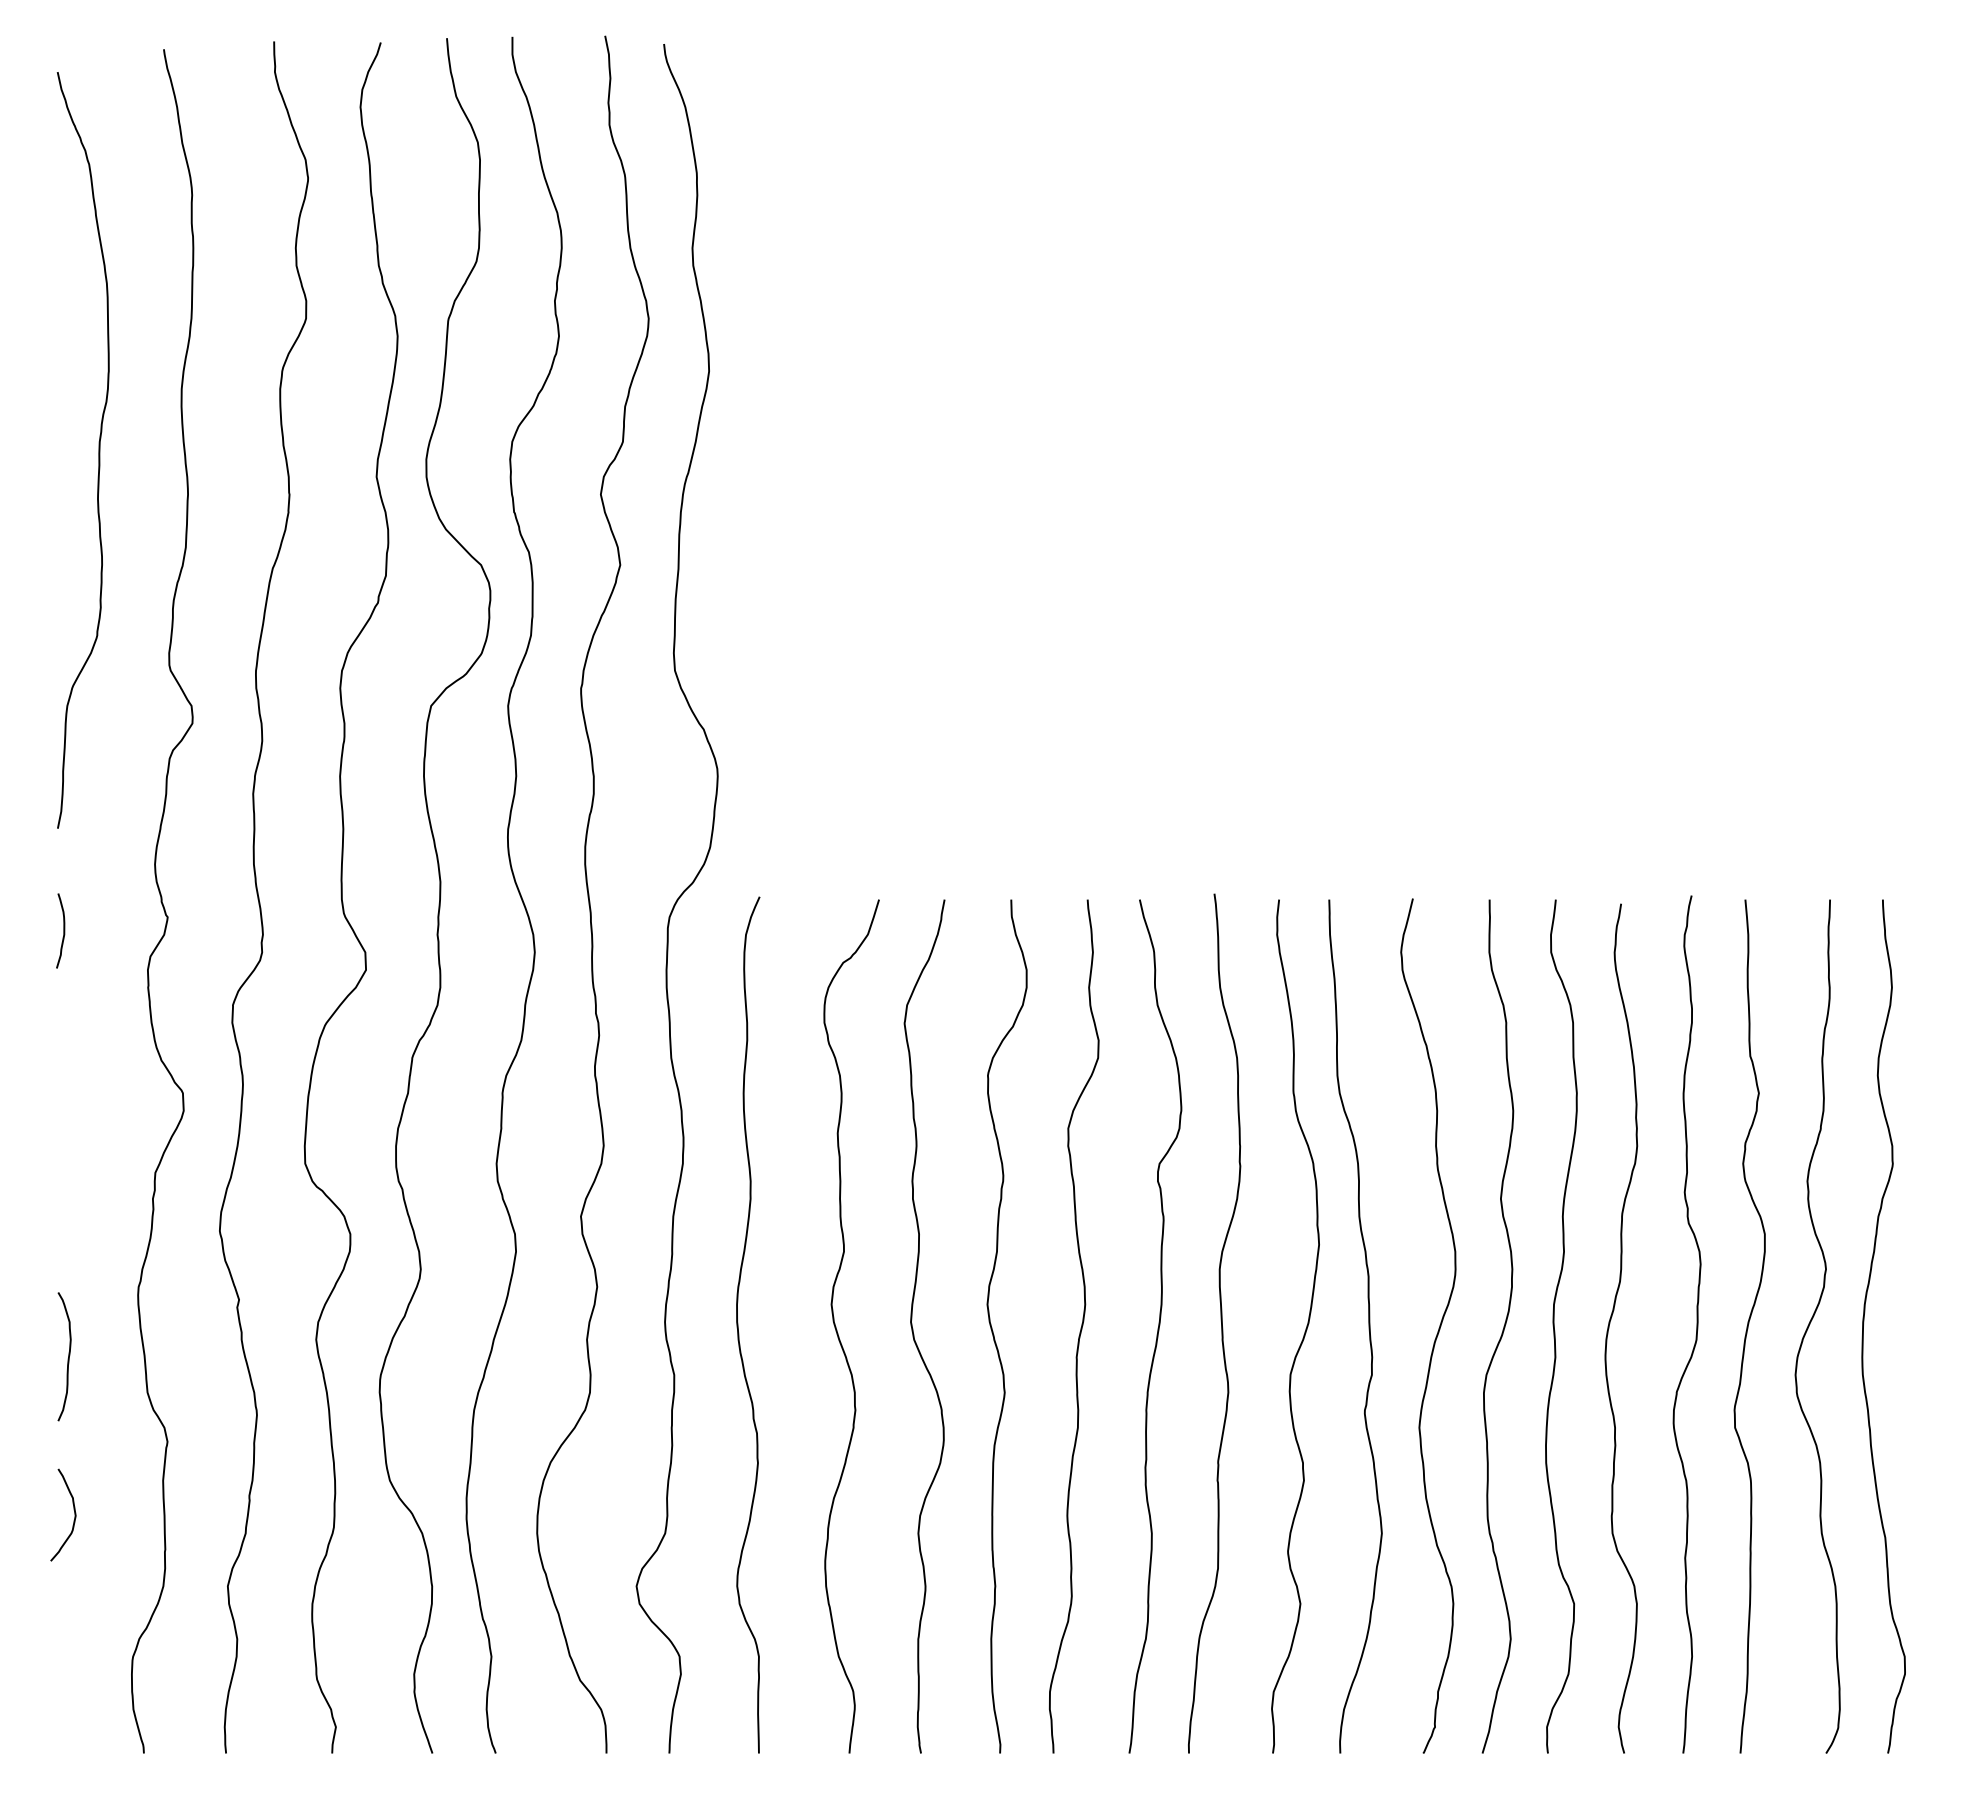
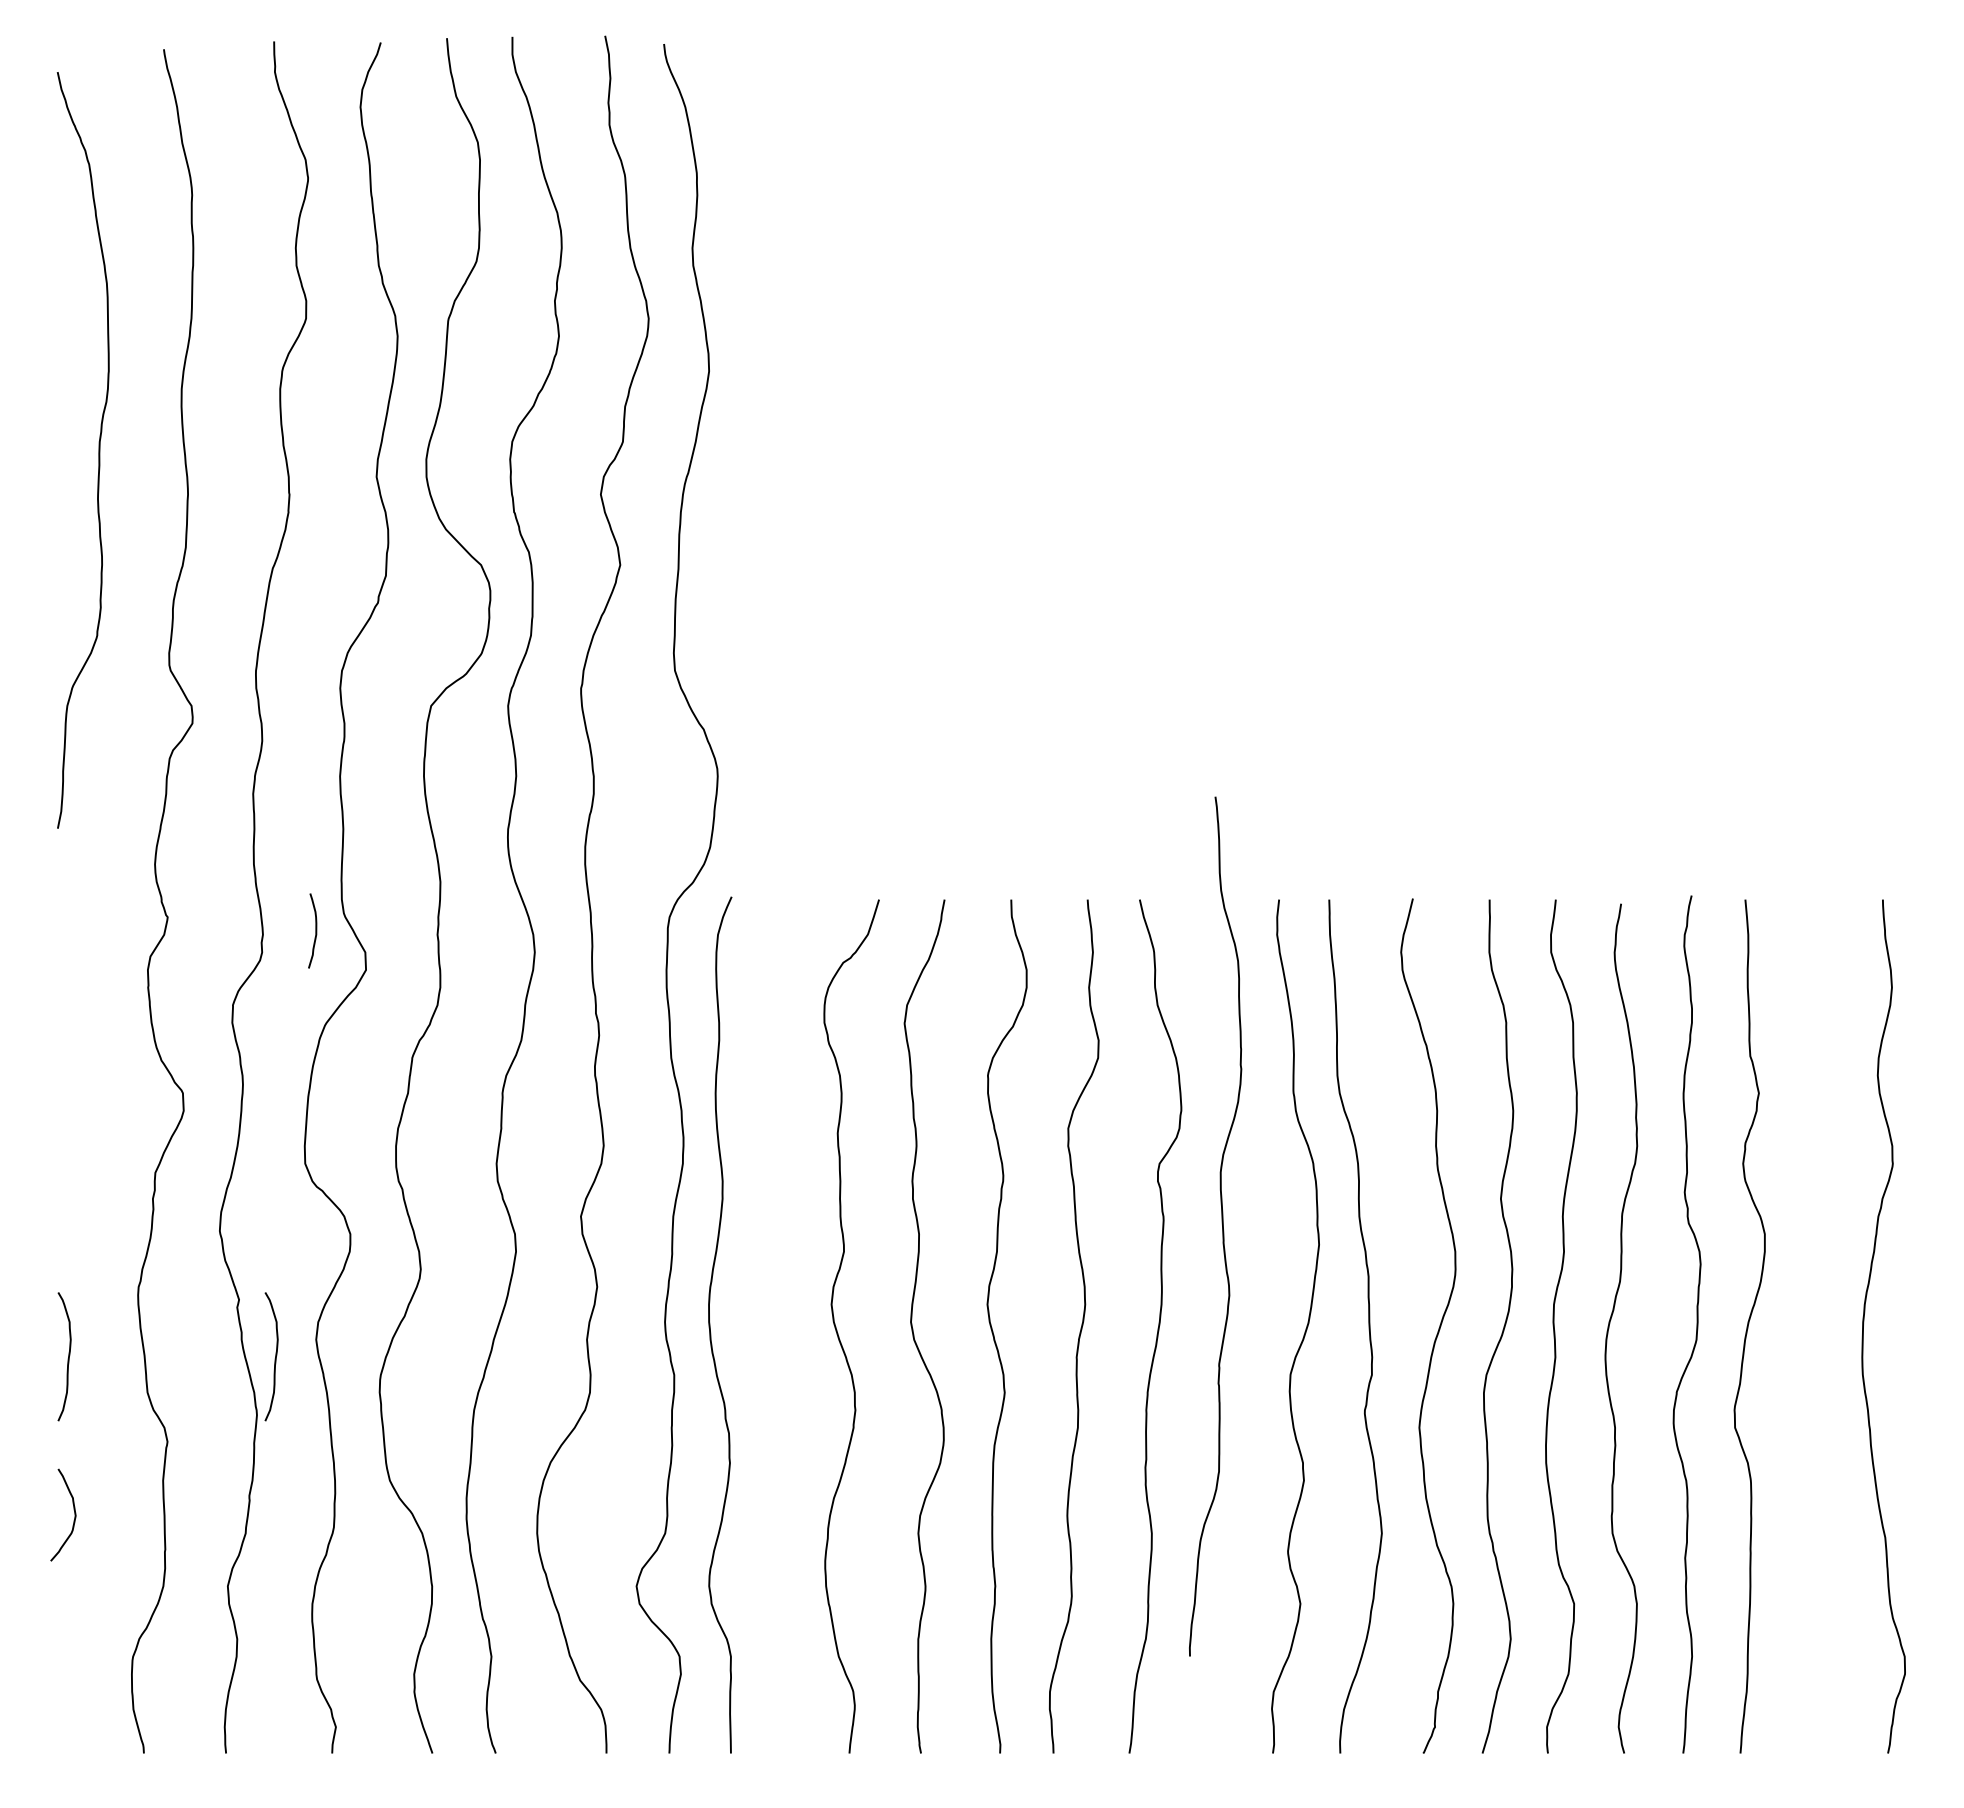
curve at (63, 930) position: (63, 930) -> (315, 930)
curve at (1220, 1320) position: (1220, 1320) -> (1221, 1223)
curve at (1811, 1322): present -> none
curve at (738, 1324) position: (738, 1324) -> (710, 1324)
curve at (274, 1358): none -> present
